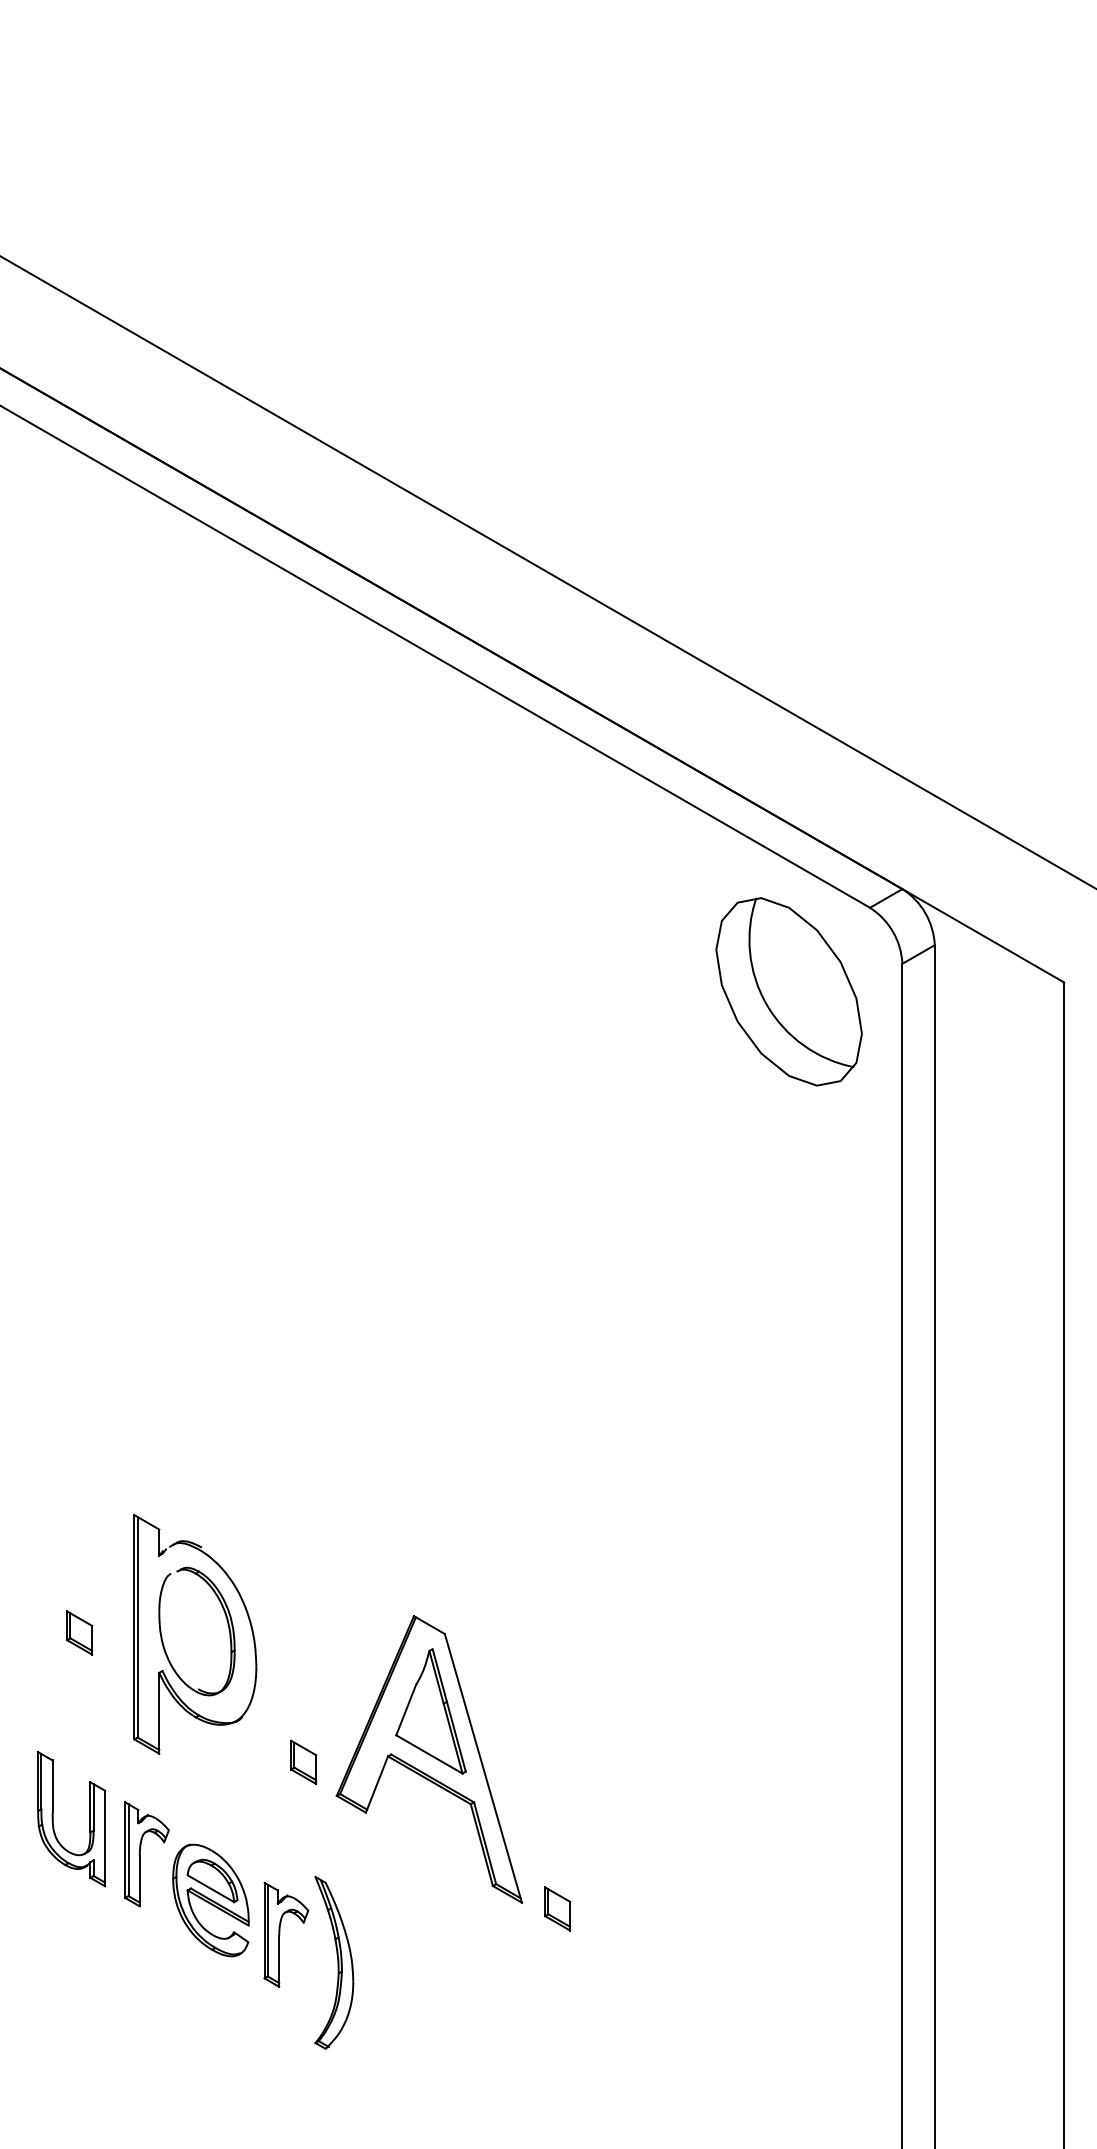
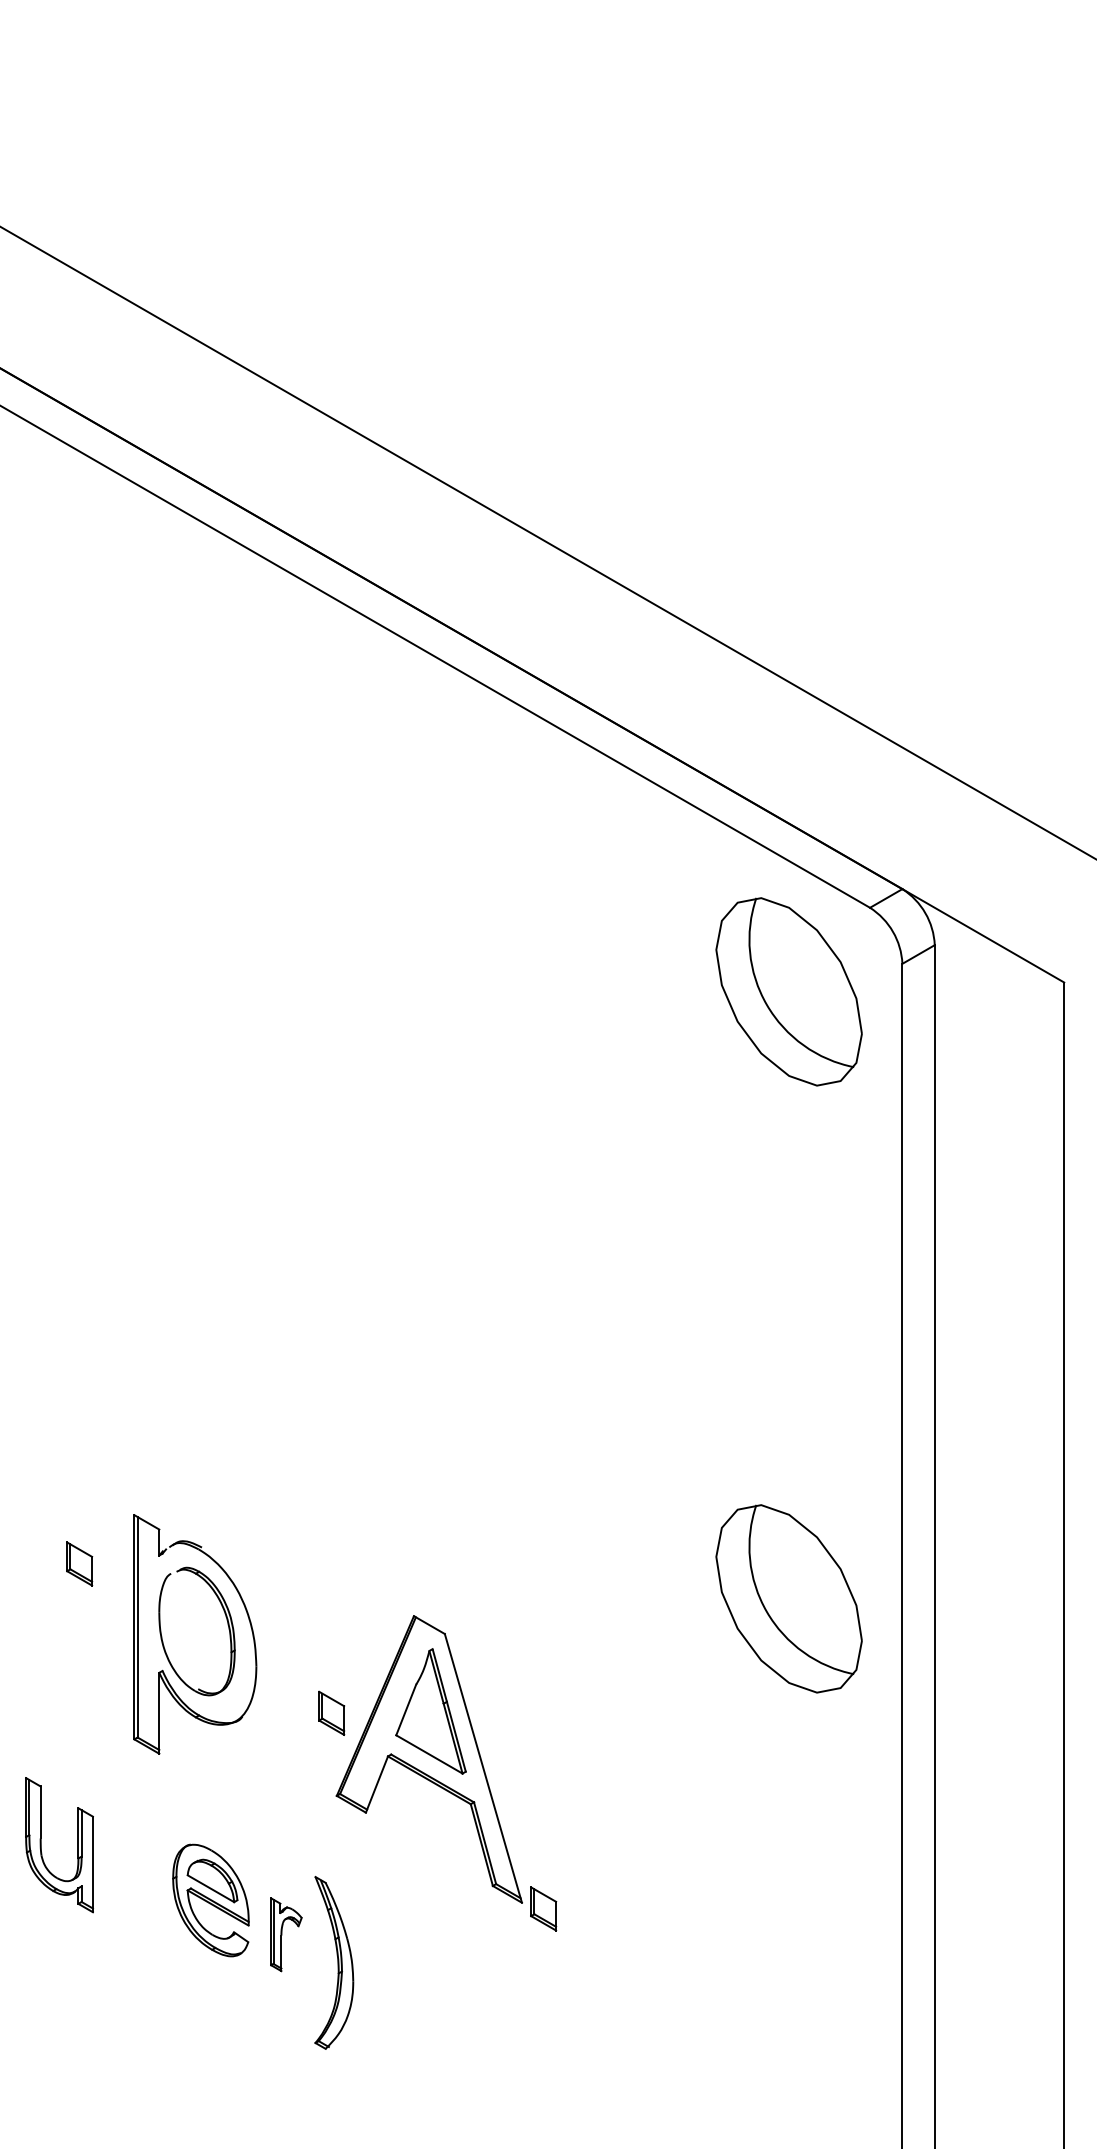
line at (547, 572) position: (547, 572) -> (547, 542)
part at (788, 1598): none -> present
part at (79, 1632) position: (79, 1632) -> (79, 1563)
part at (303, 1761) position: (303, 1761) -> (331, 1712)
part at (53, 1819) position: (53, 1819) -> (41, 1845)
part at (146, 1854): present -> none
part at (557, 1908) position: (557, 1908) -> (543, 1908)
part at (286, 1934) size: 47x107 px -> 33x76 px
